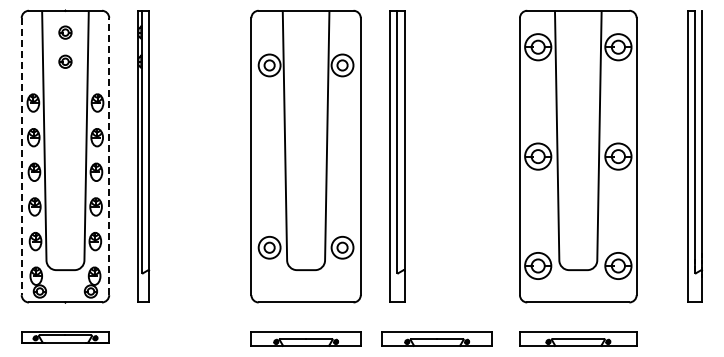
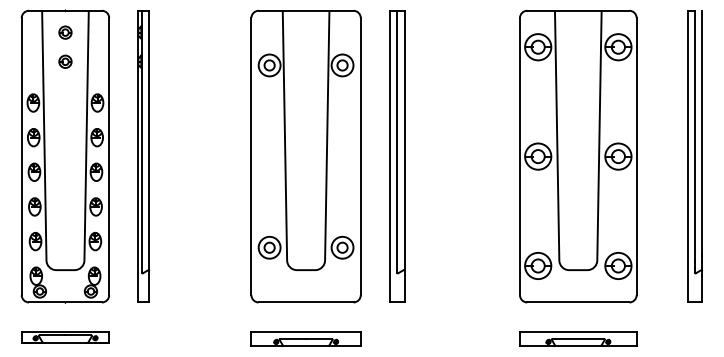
line at (21, 156): dashed -> solid
line at (109, 156): dashed -> solid
part at (436, 338): present -> none
